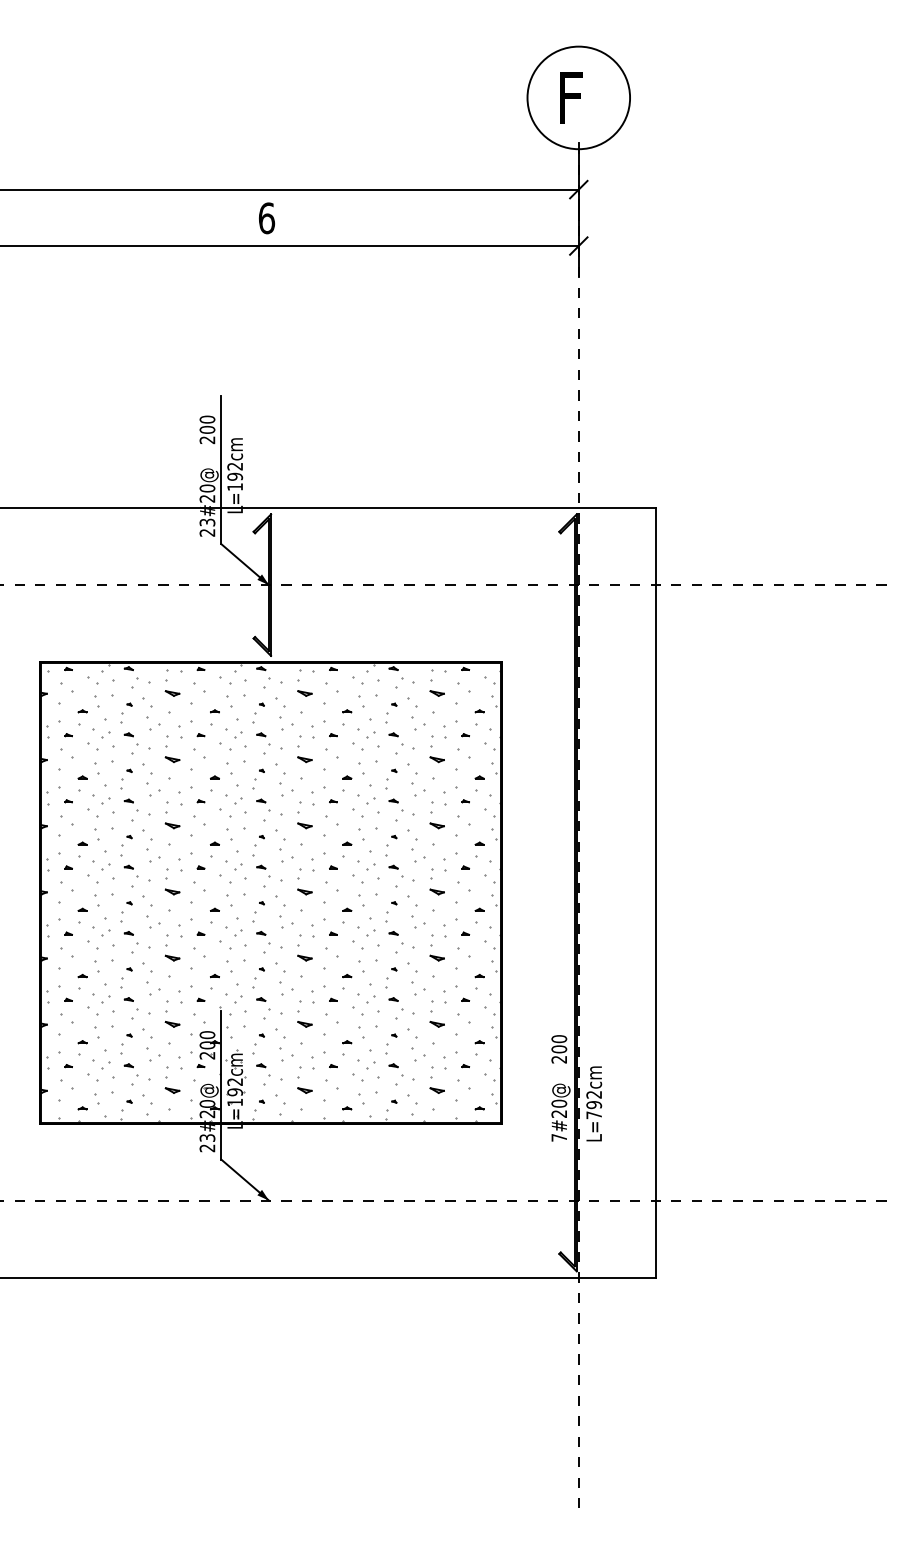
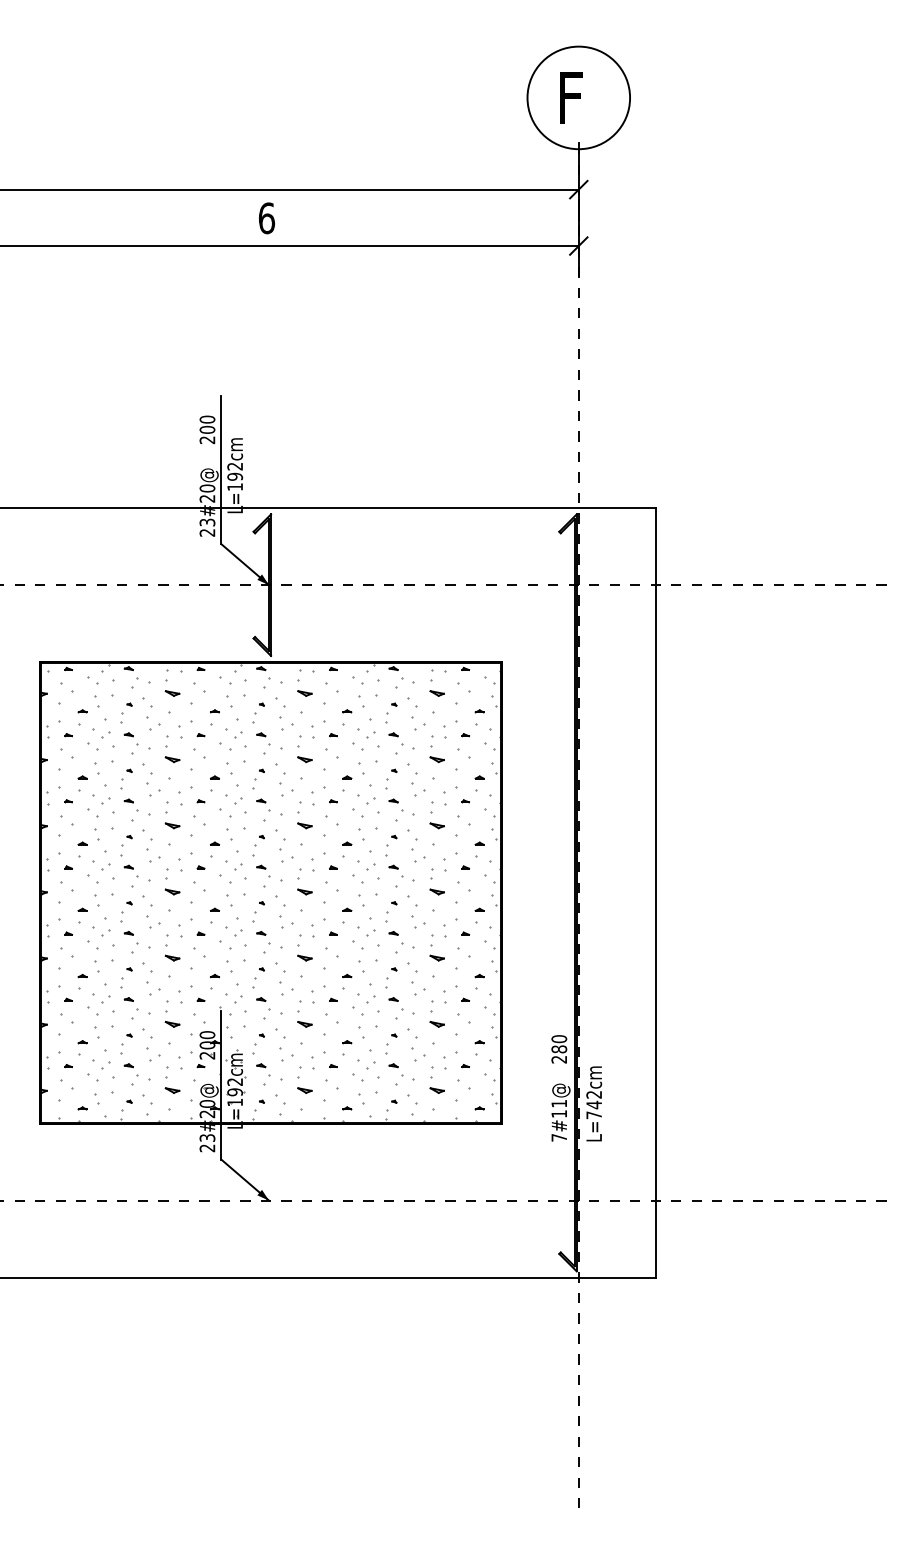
text at (558, 1049): 200 -> 280
text at (594, 1104): L=792cm -> L=742cm
text at (559, 1108): 7#20@ -> 7#11@
